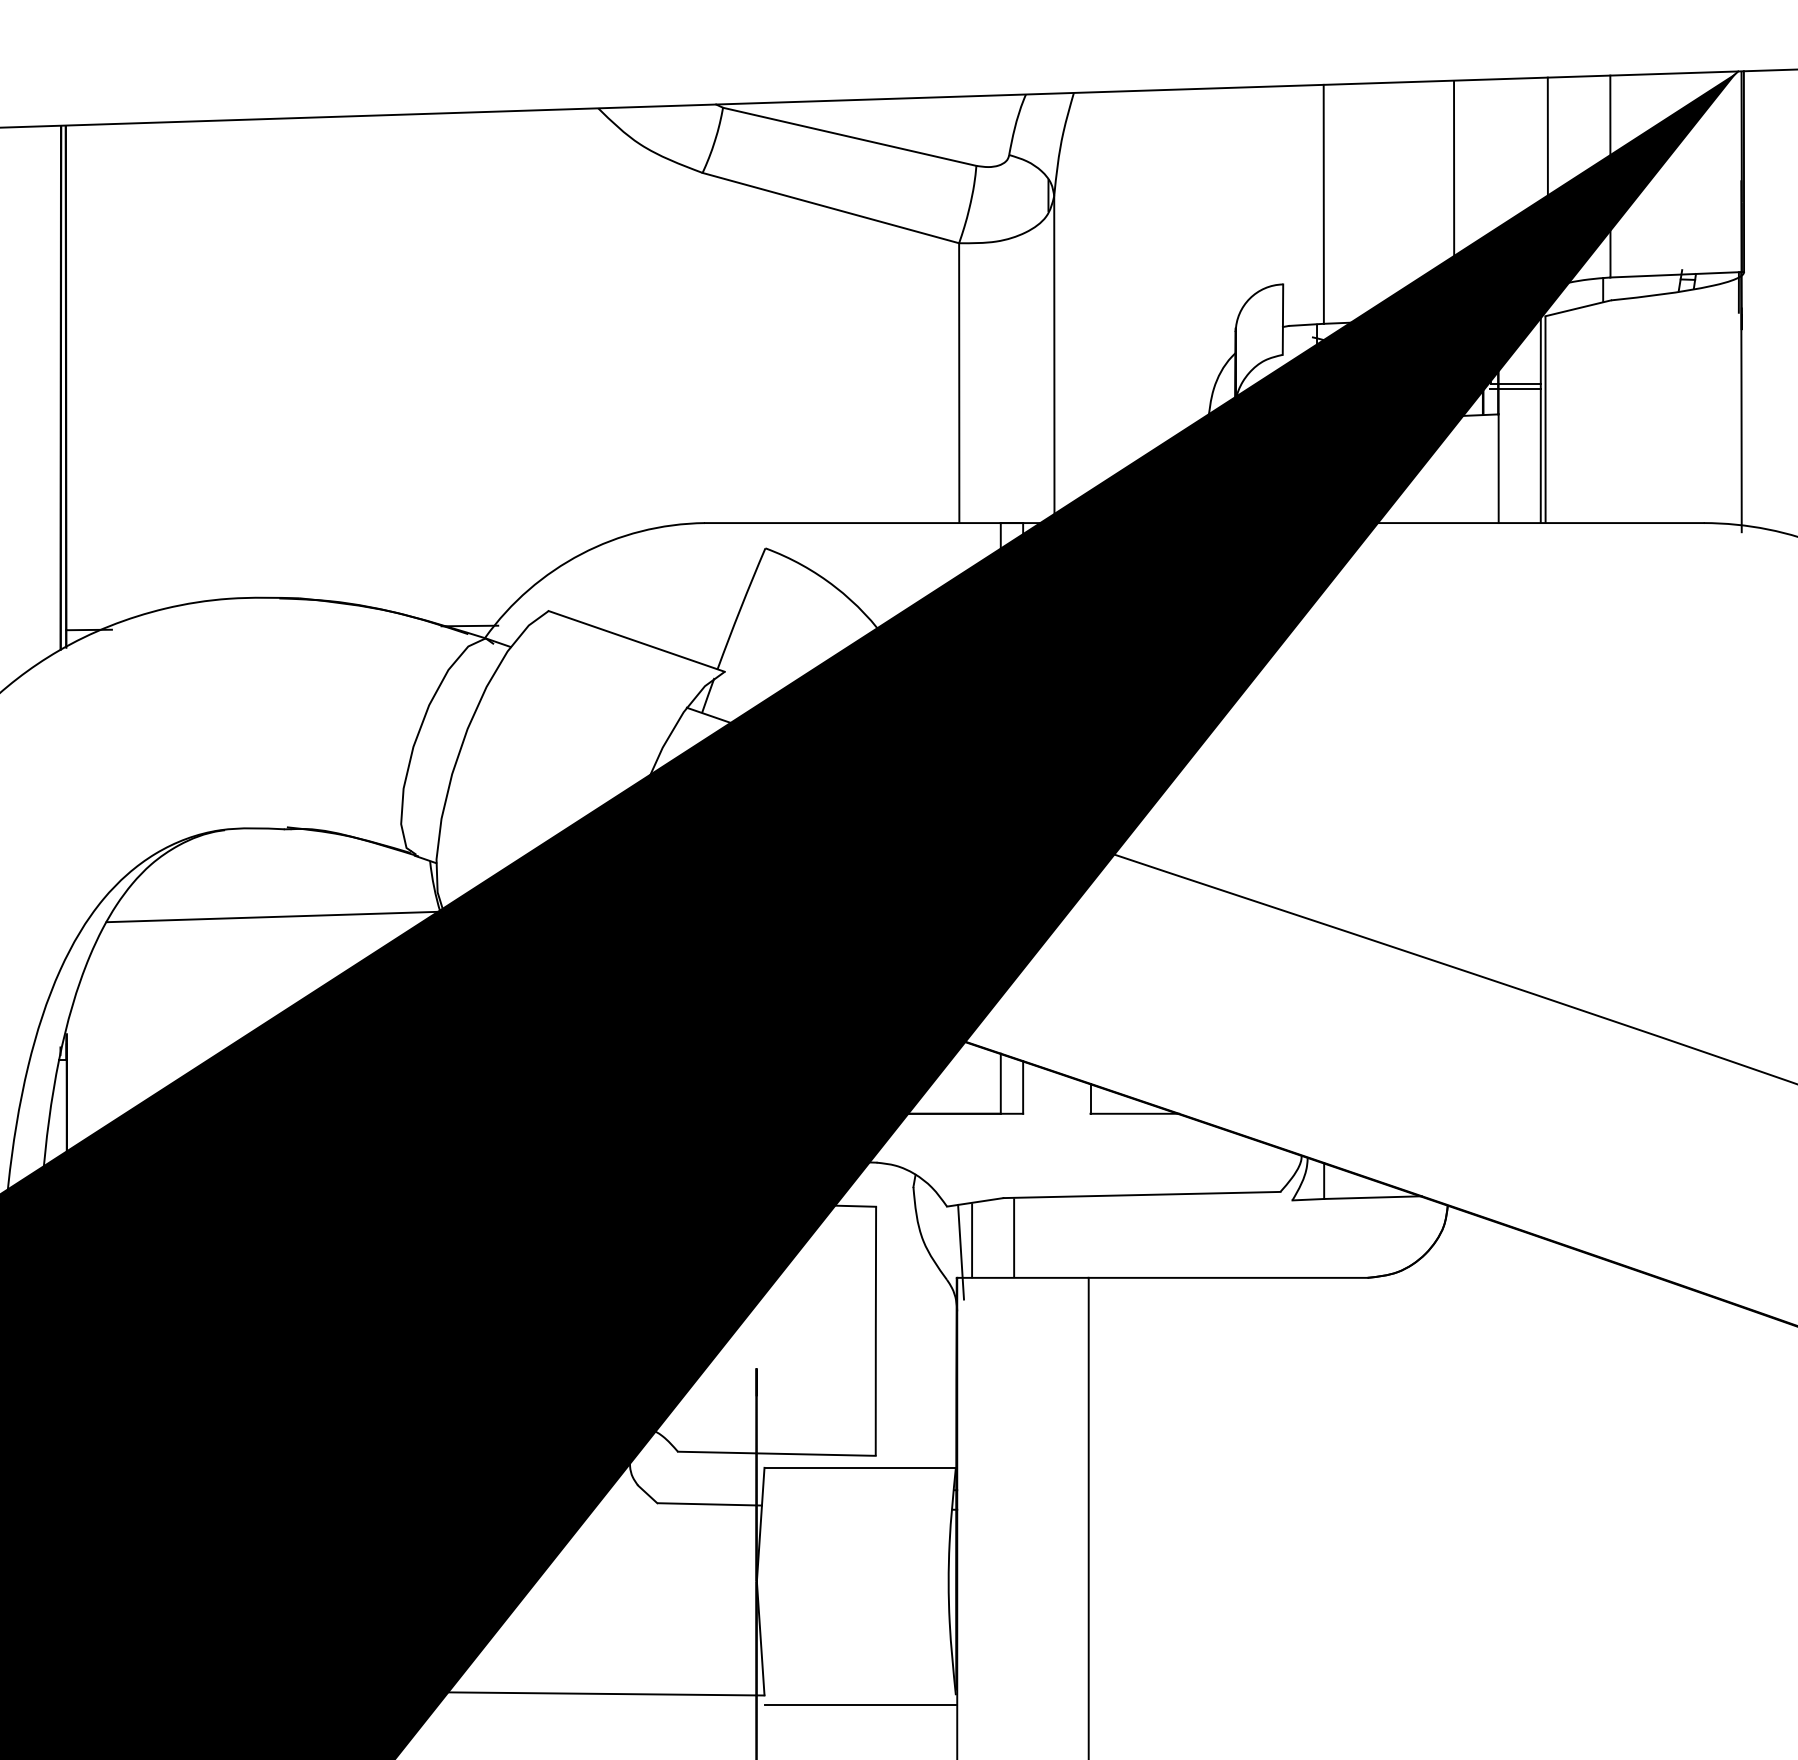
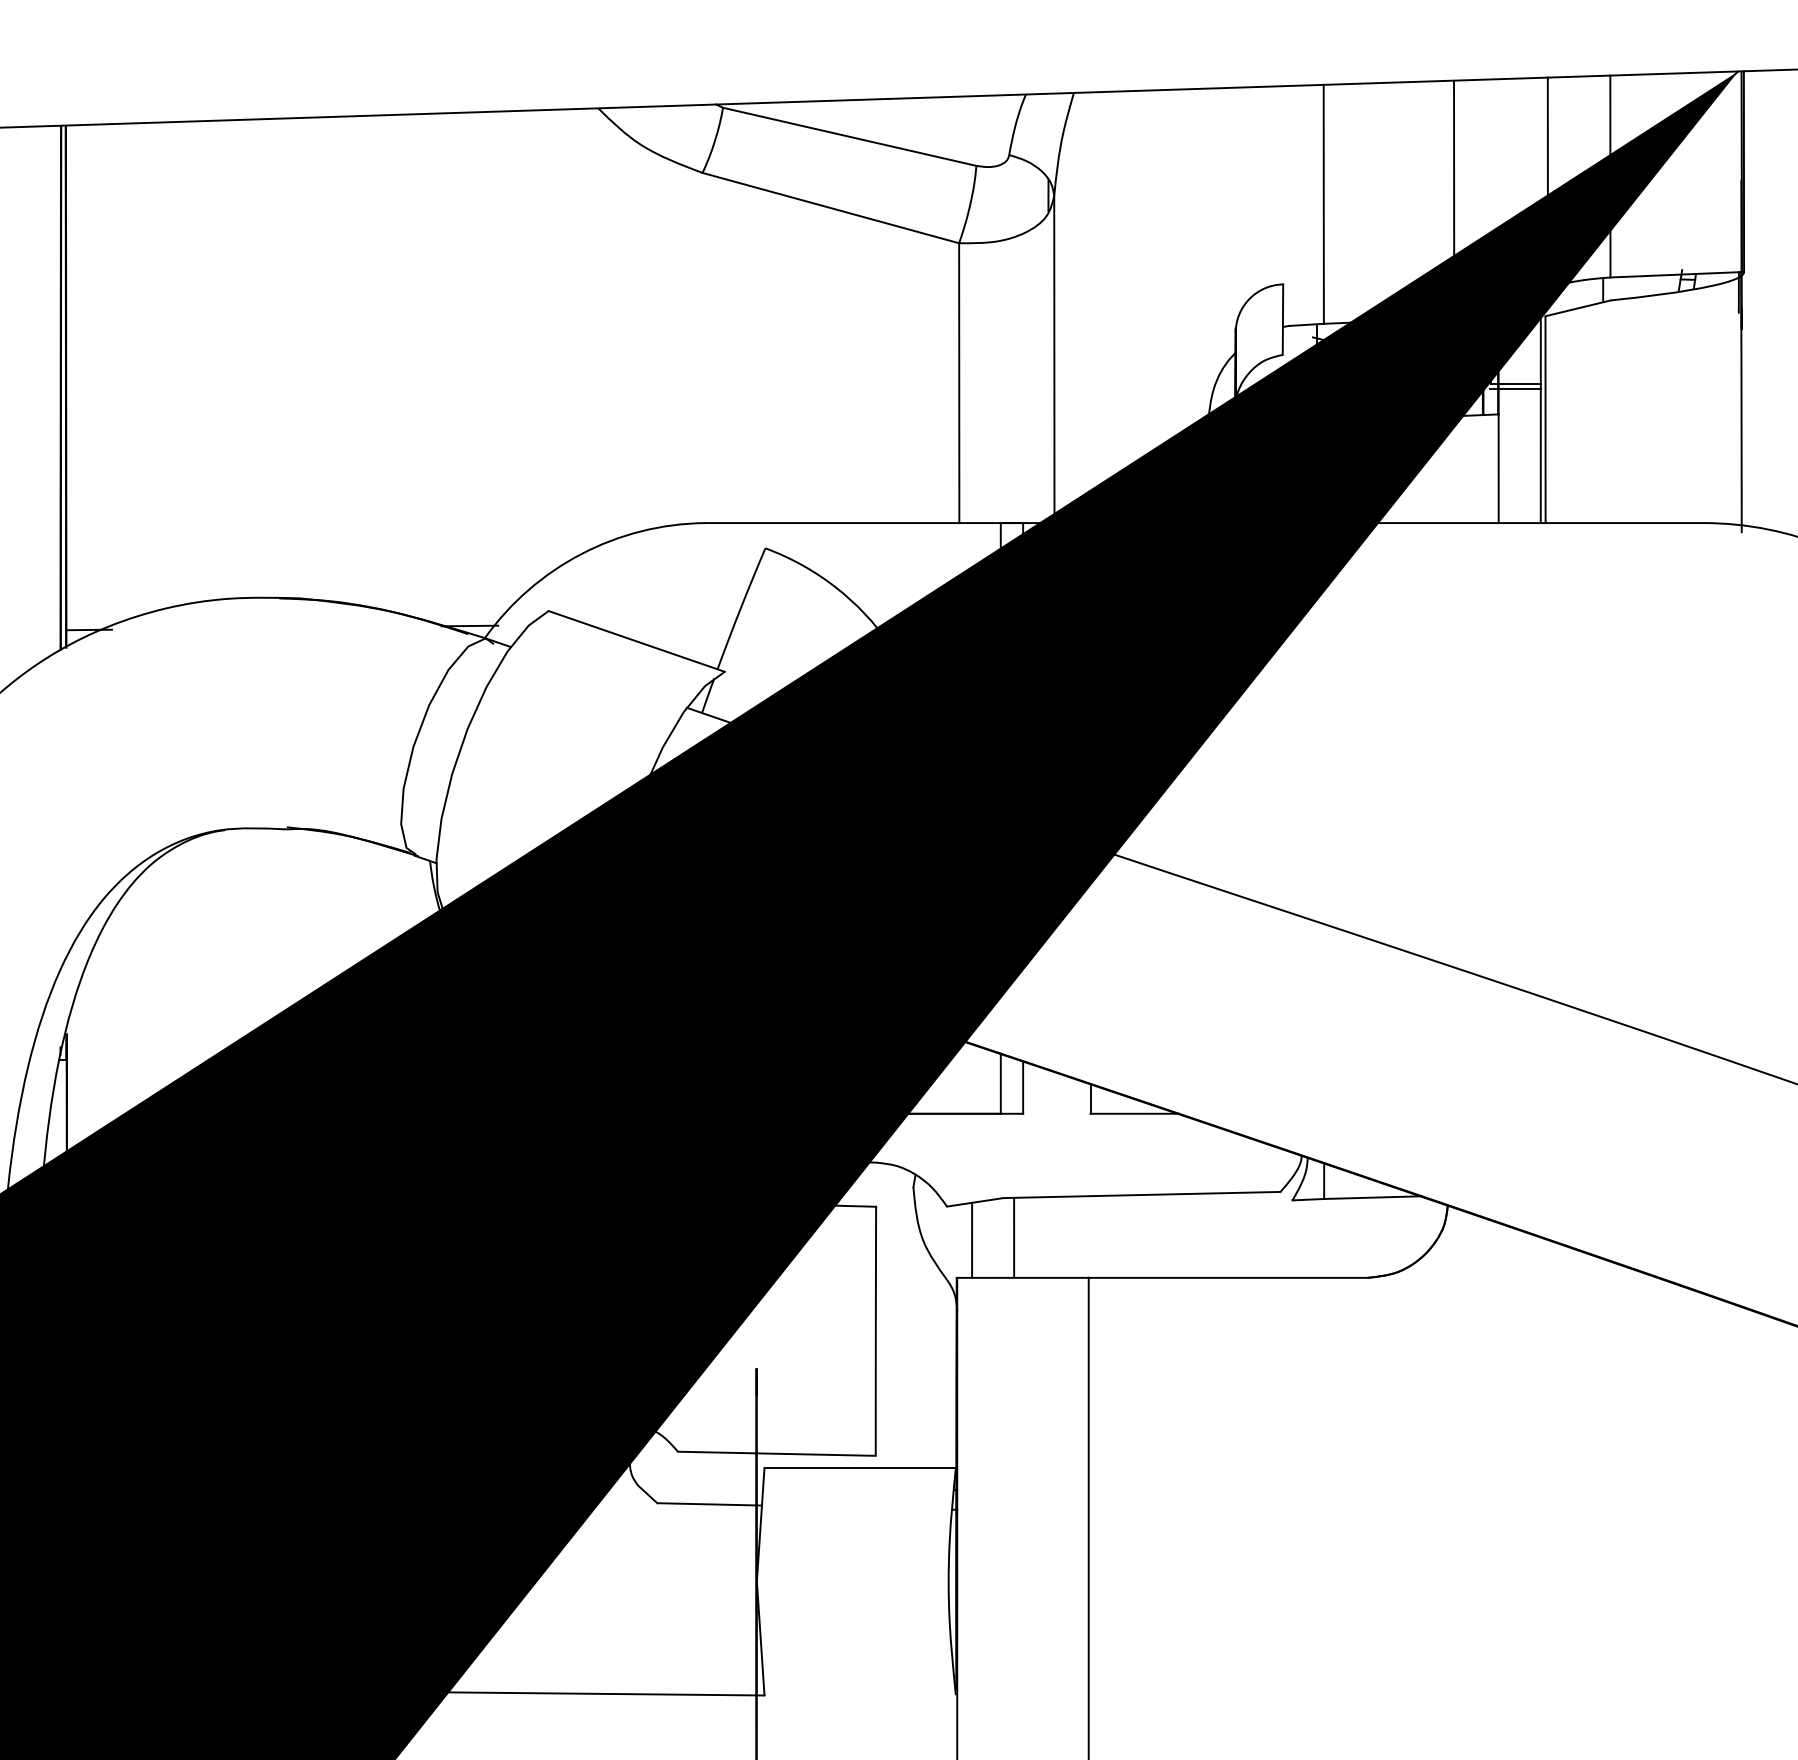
line at (275, 916): present -> none
line at (961, 1251): present -> none
line at (859, 1704): present -> none
